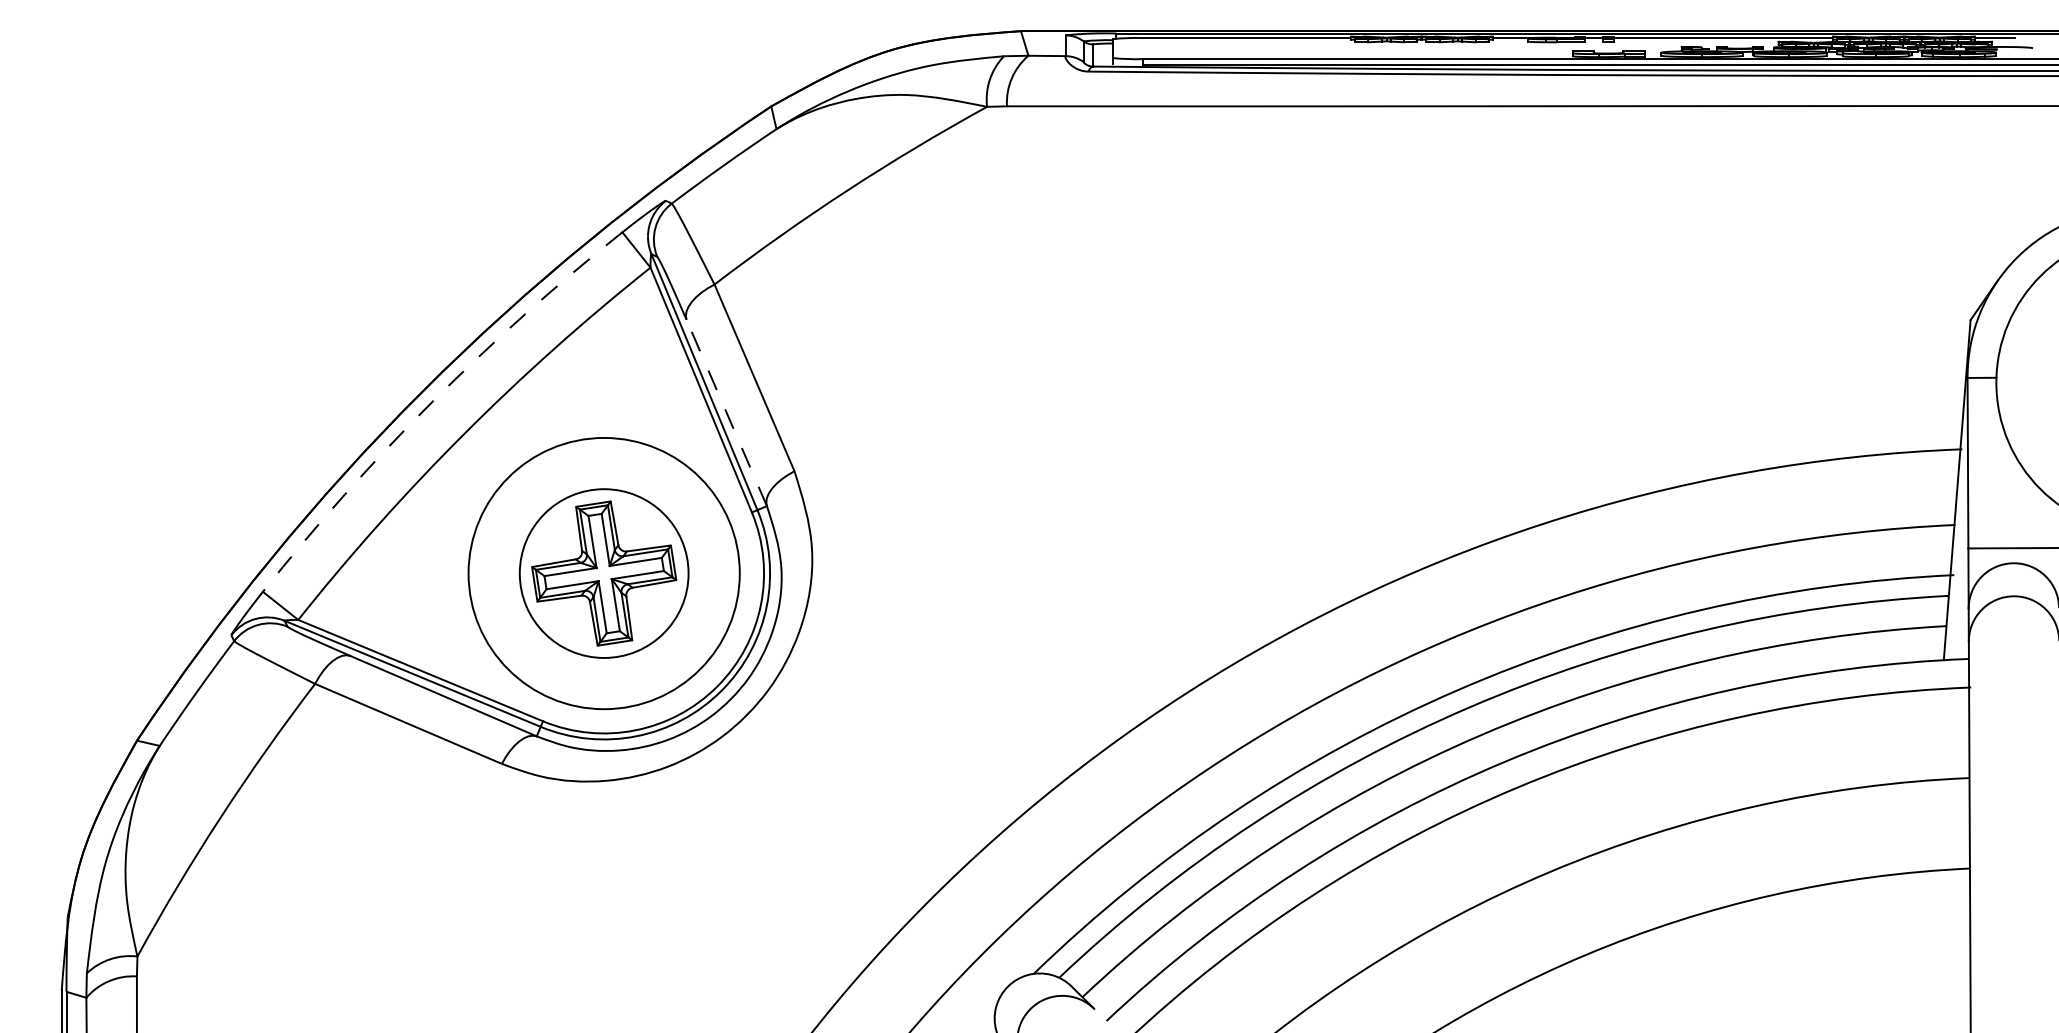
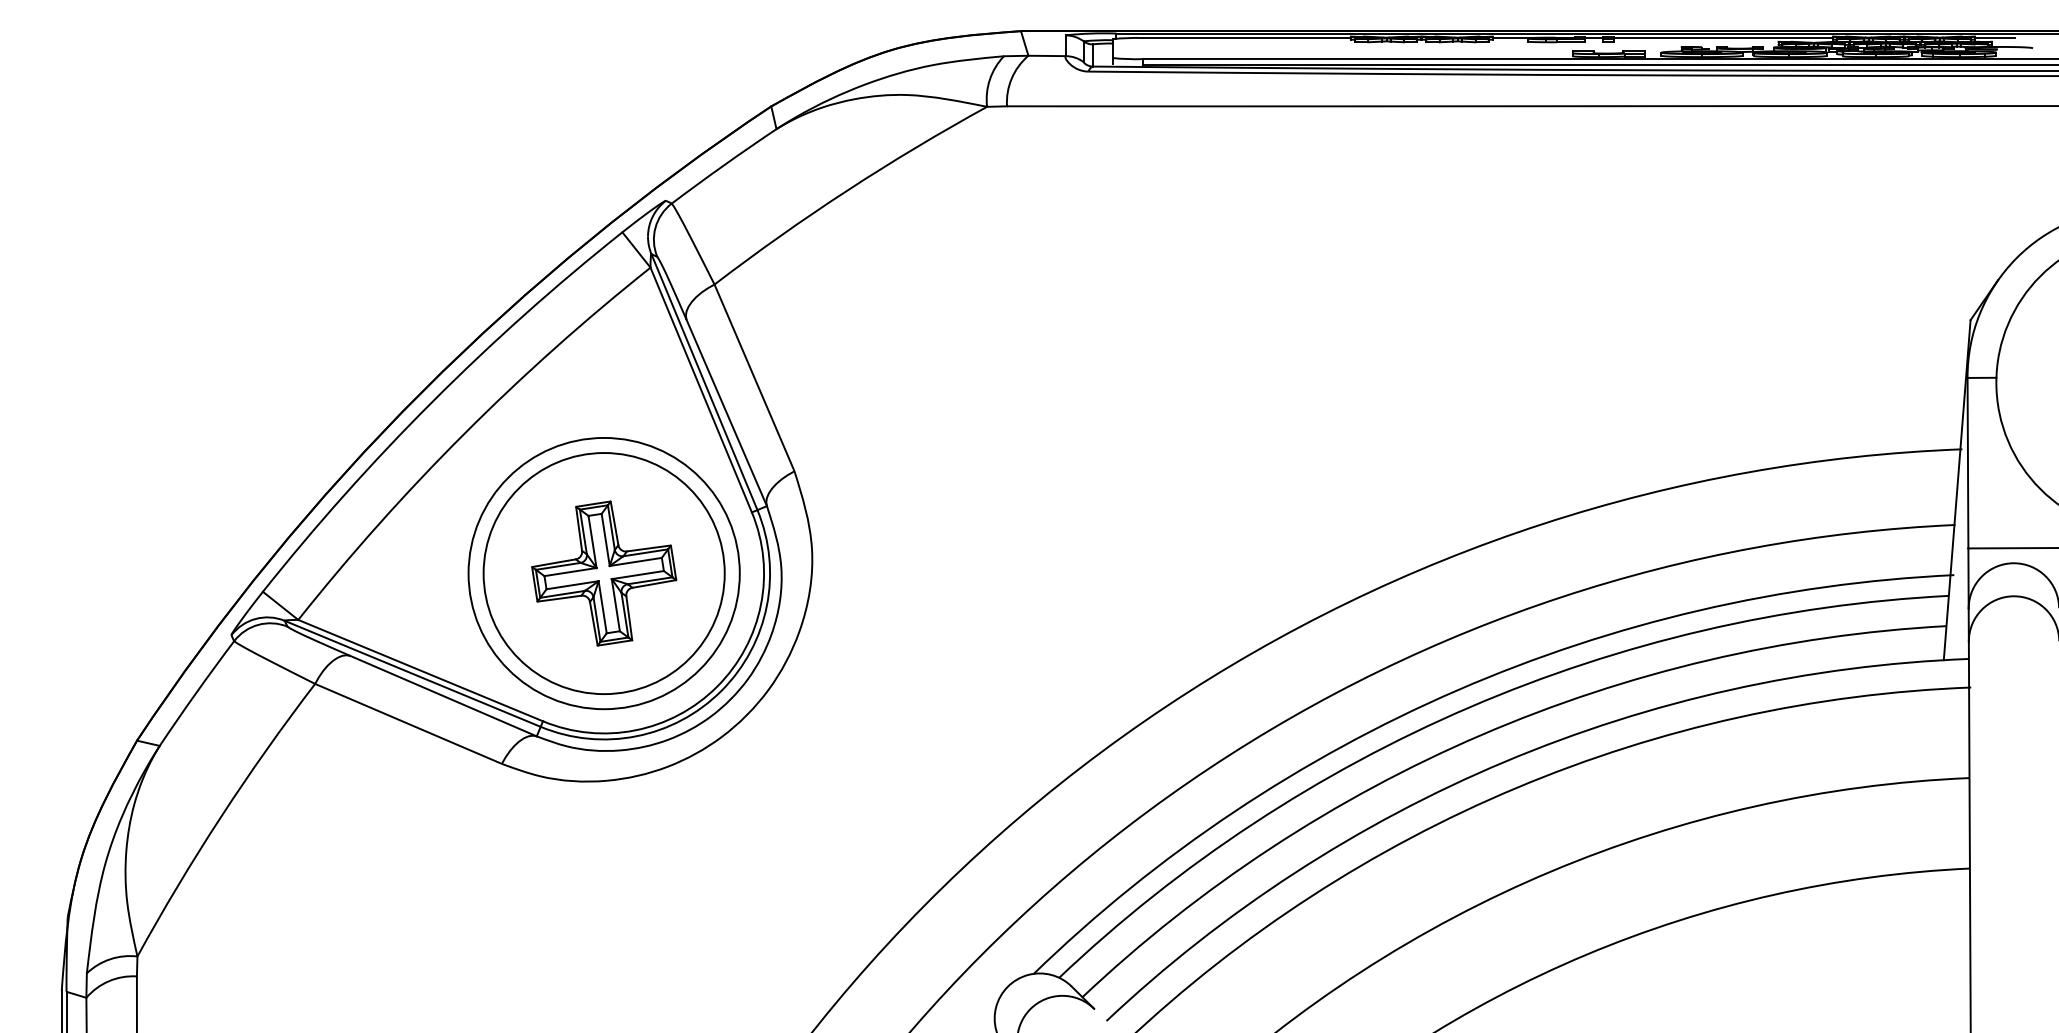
arc at (432, 401): dashed -> solid
line at (726, 412): dashed -> solid
circle at (603, 573) diameter: 169 px -> 241 px
